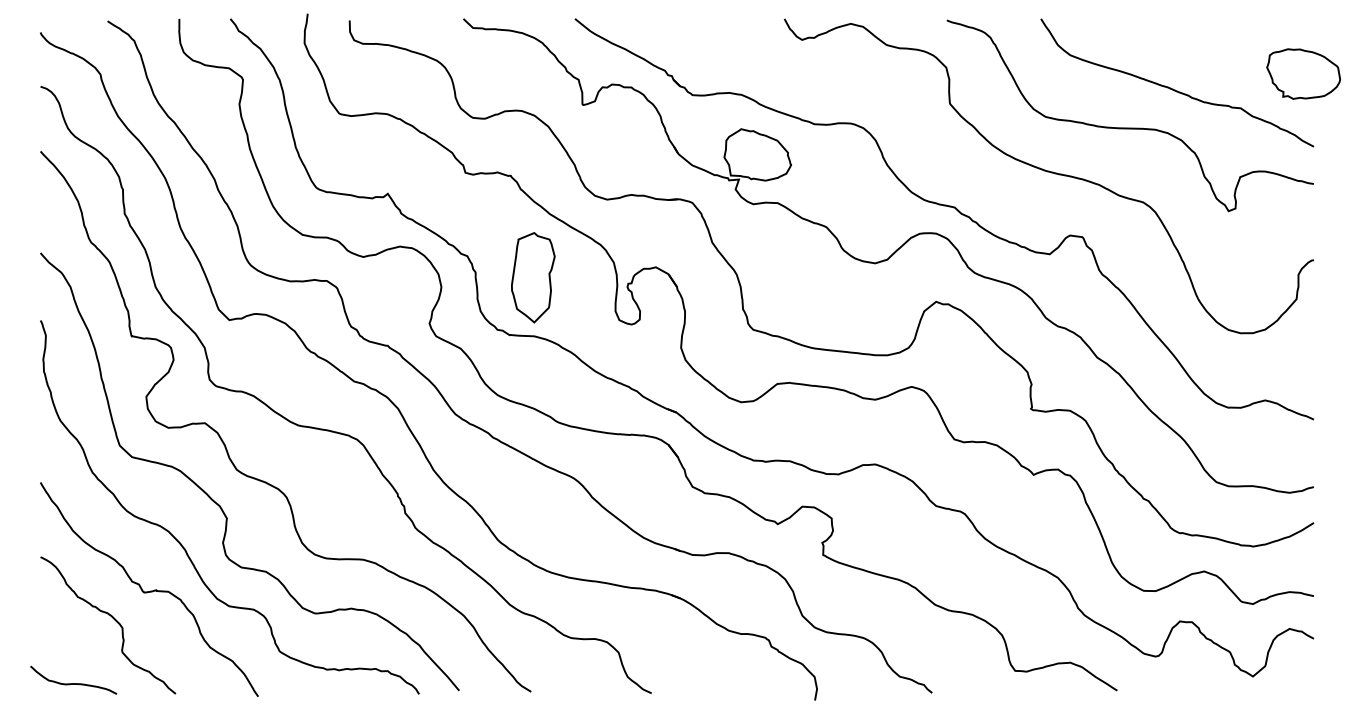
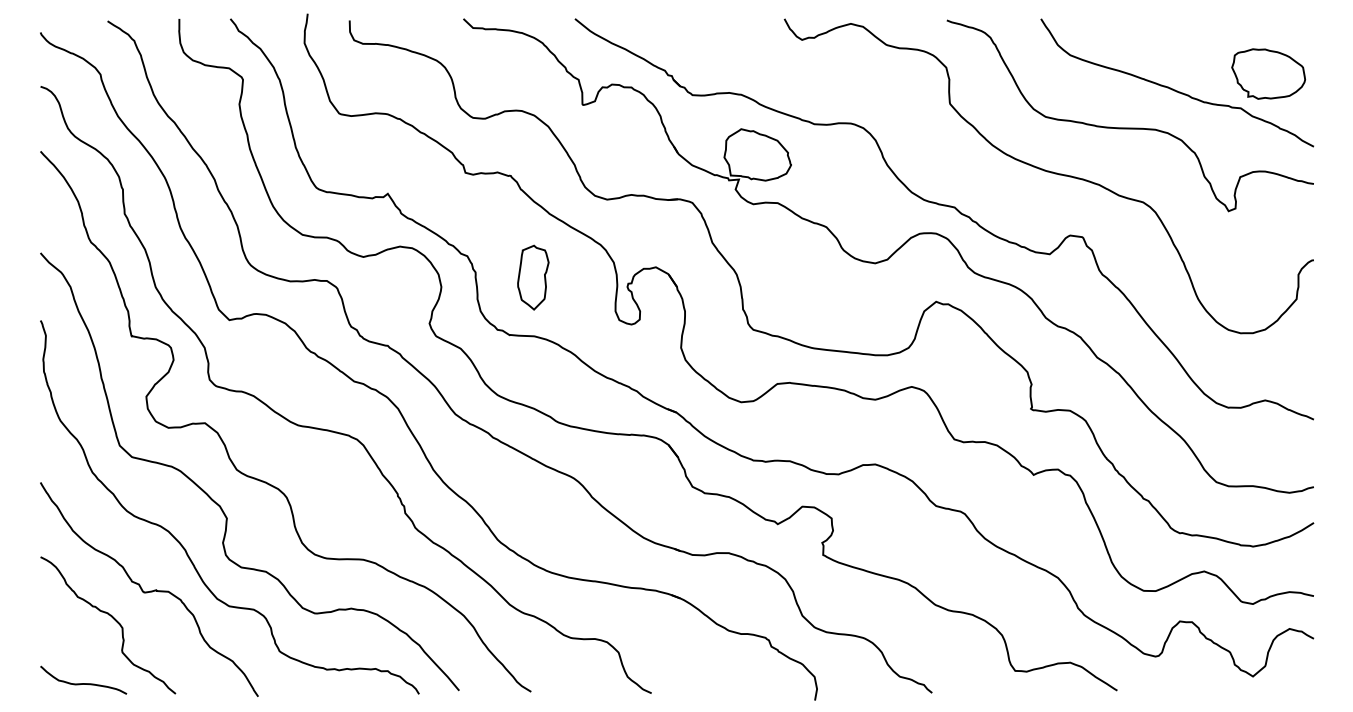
part at (1303, 73) position: (1303, 73) -> (1268, 73)
part at (533, 277) size: 45x92 px -> 33x67 px
curve at (73, 683) position: (73, 683) -> (83, 683)
